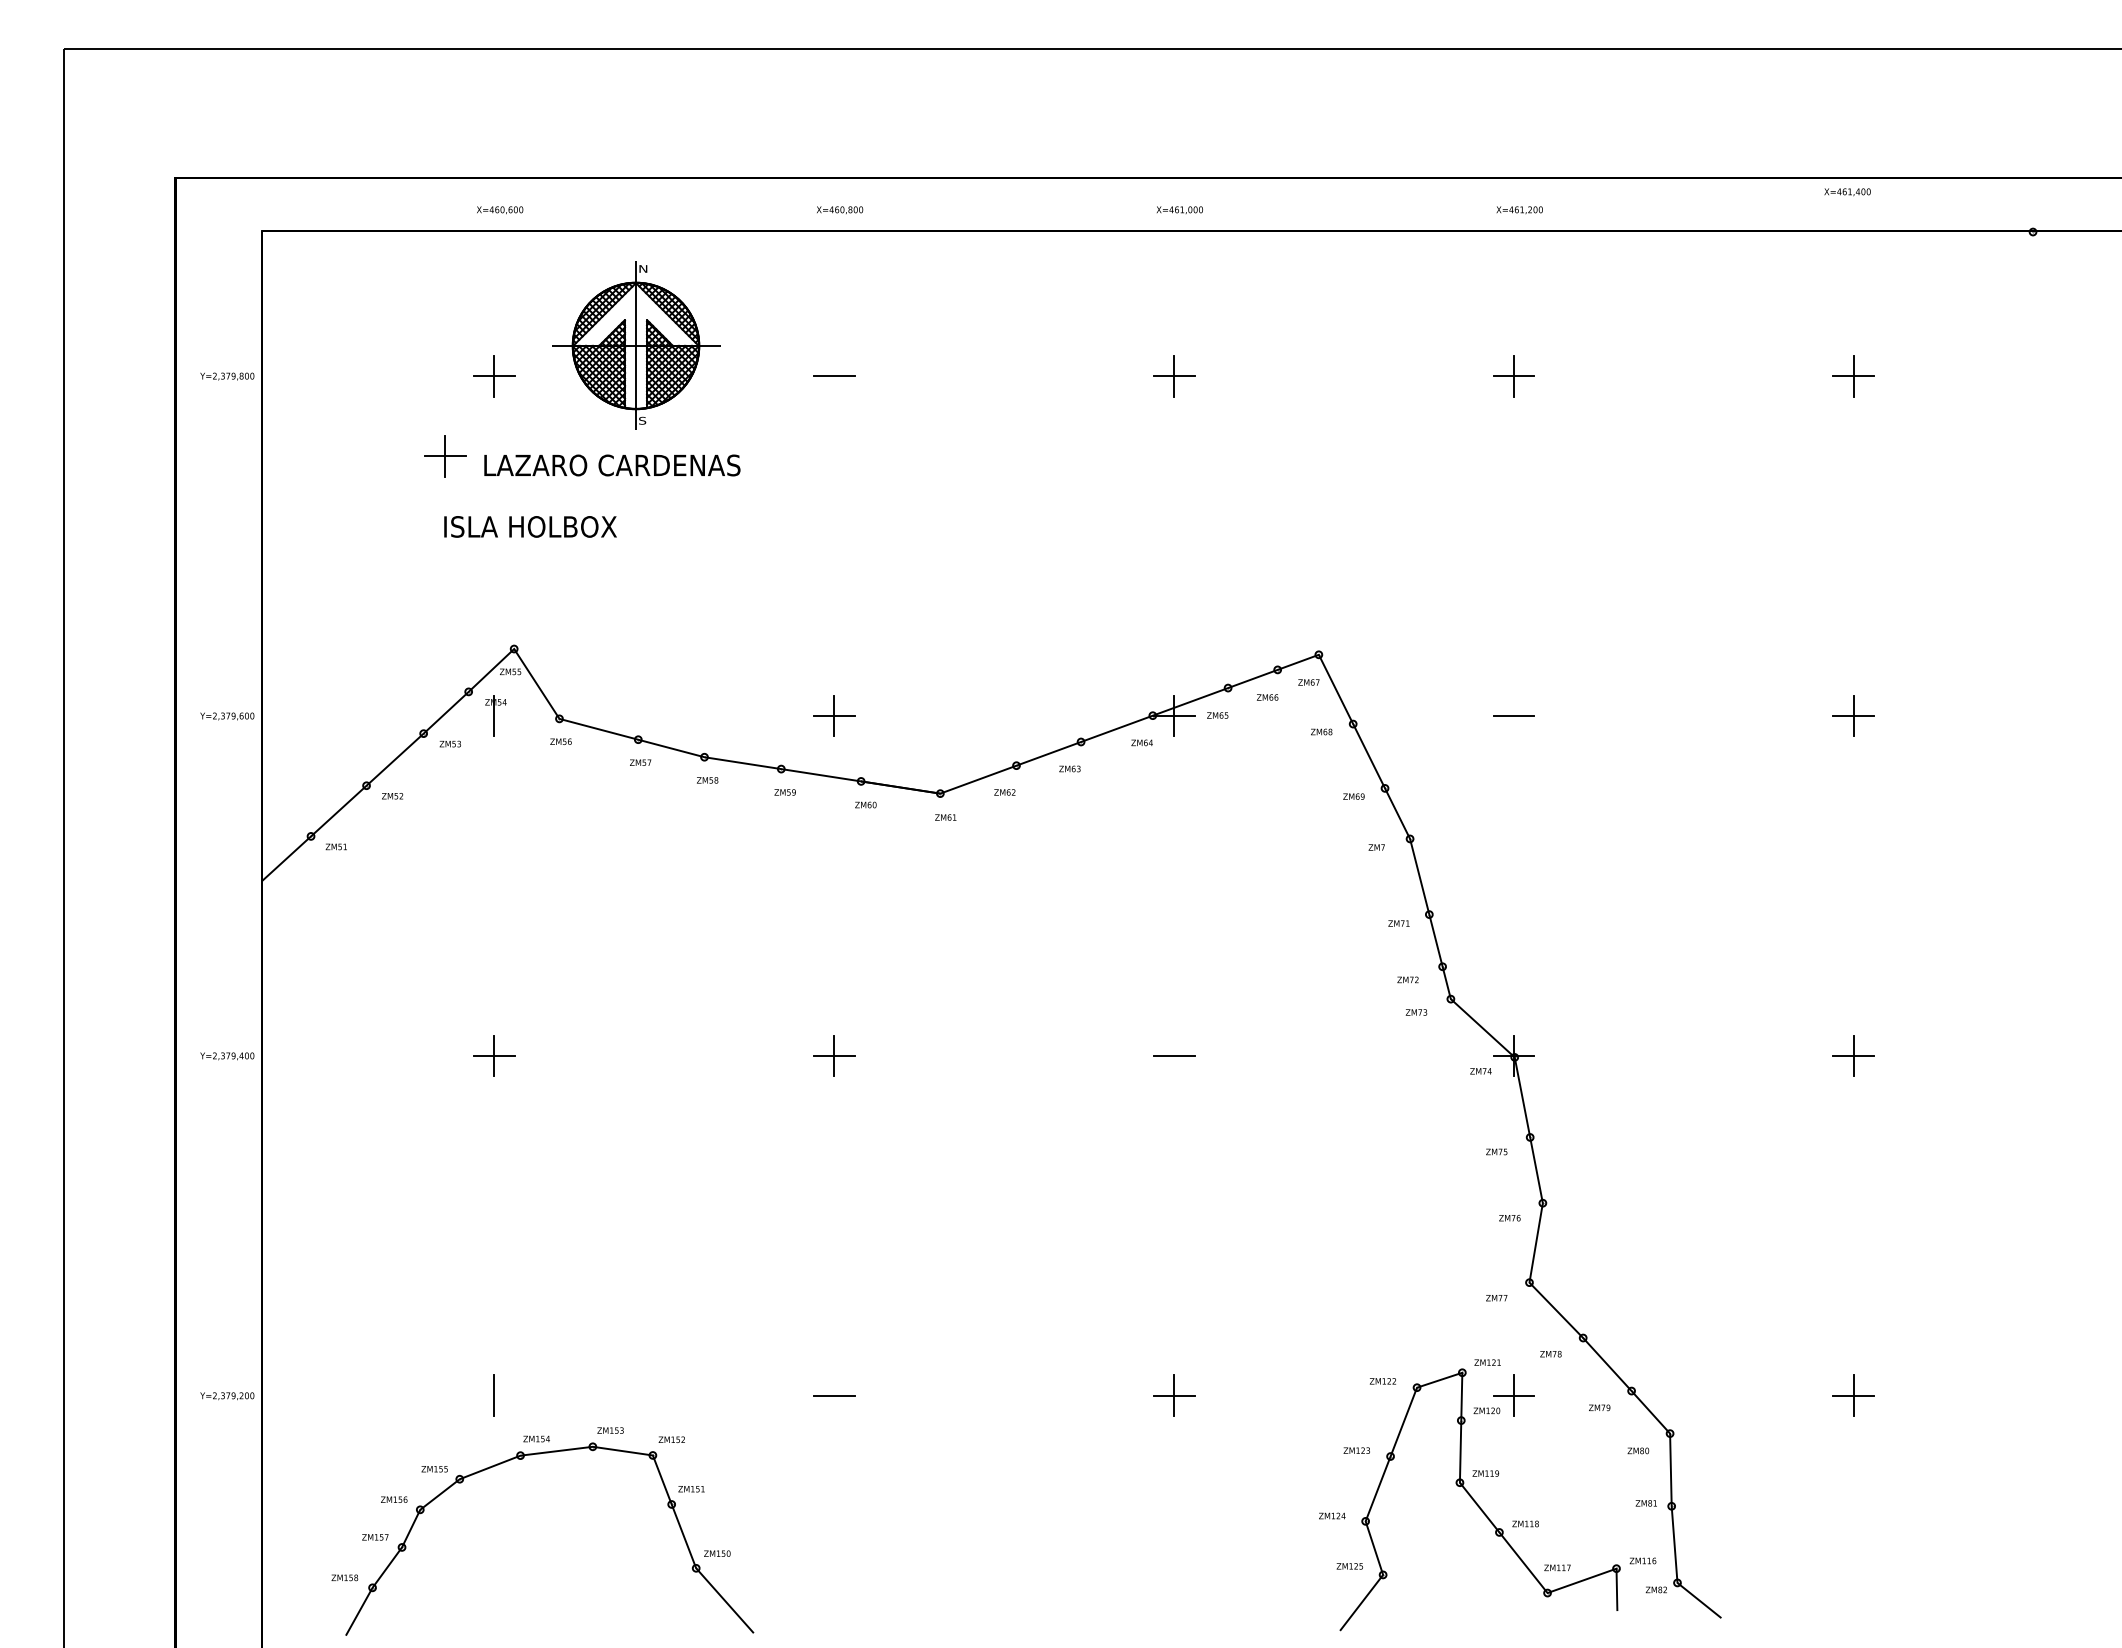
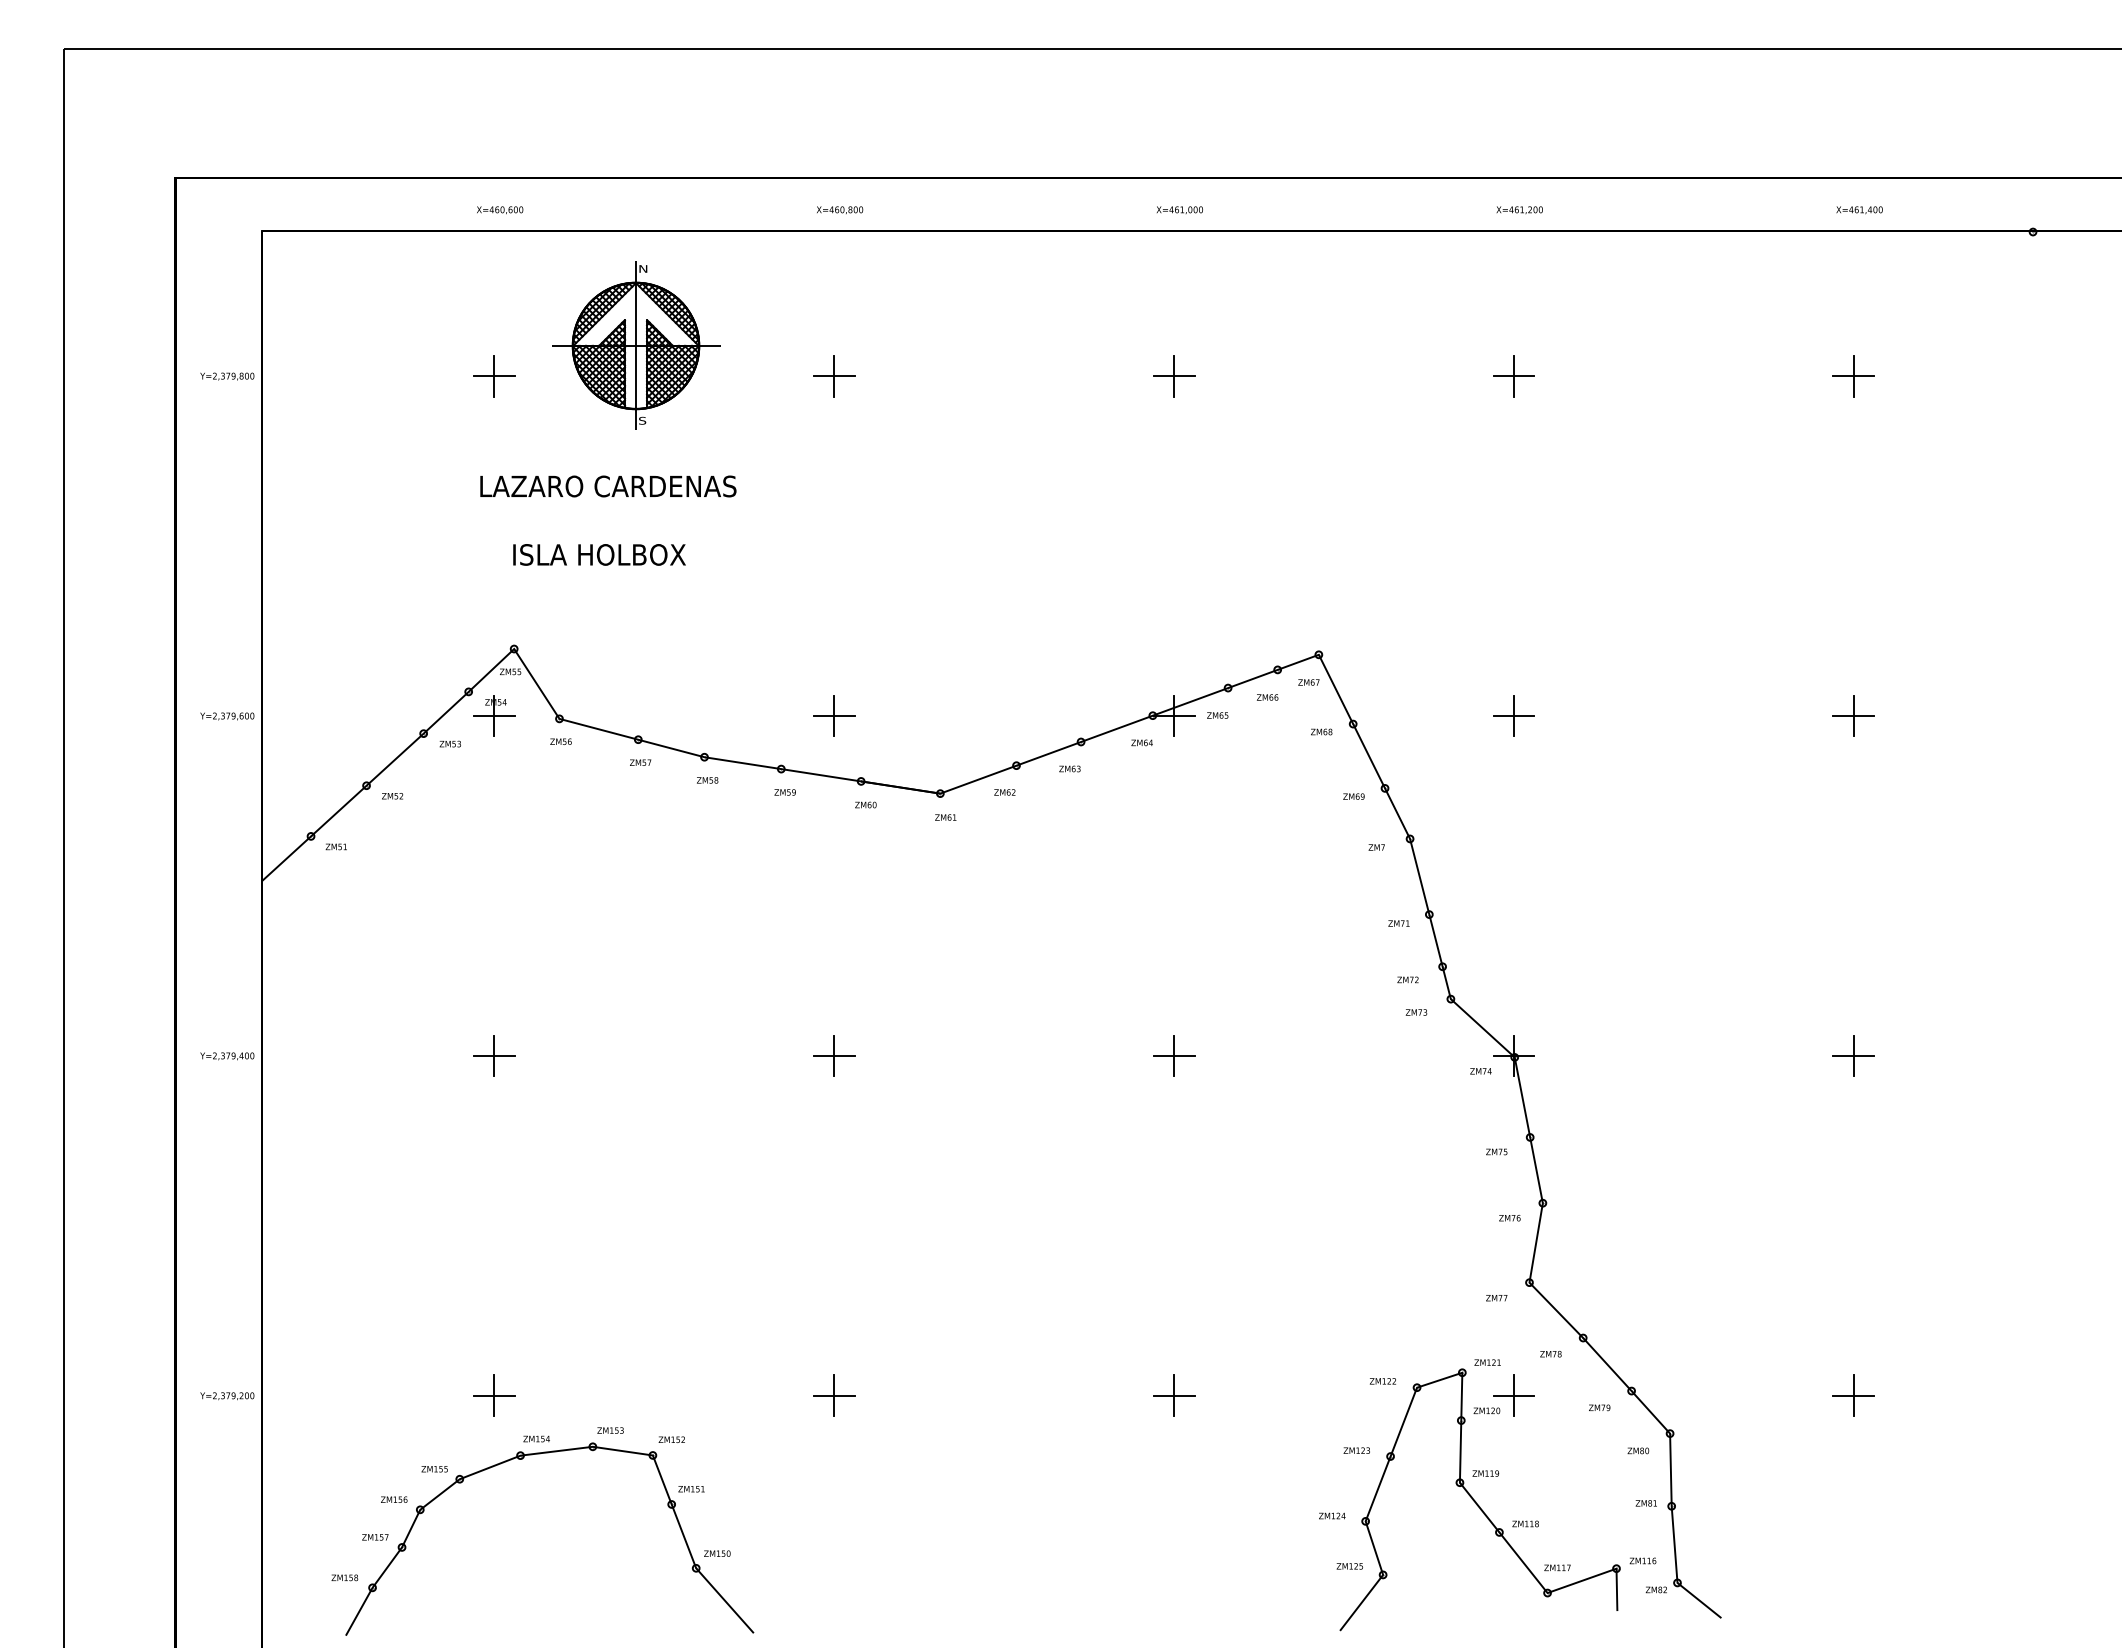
text at (1847, 192) position: (1847, 192) -> (1859, 210)
line at (834, 375): none -> present
part at (445, 456): present -> none
text at (612, 465) position: (612, 465) -> (608, 486)
text at (530, 526) position: (530, 526) -> (599, 554)
line at (1513, 715): none -> present
line at (493, 716): none -> present
line at (1174, 1055): none -> present
line at (493, 1395): none -> present
line at (834, 1395): none -> present
